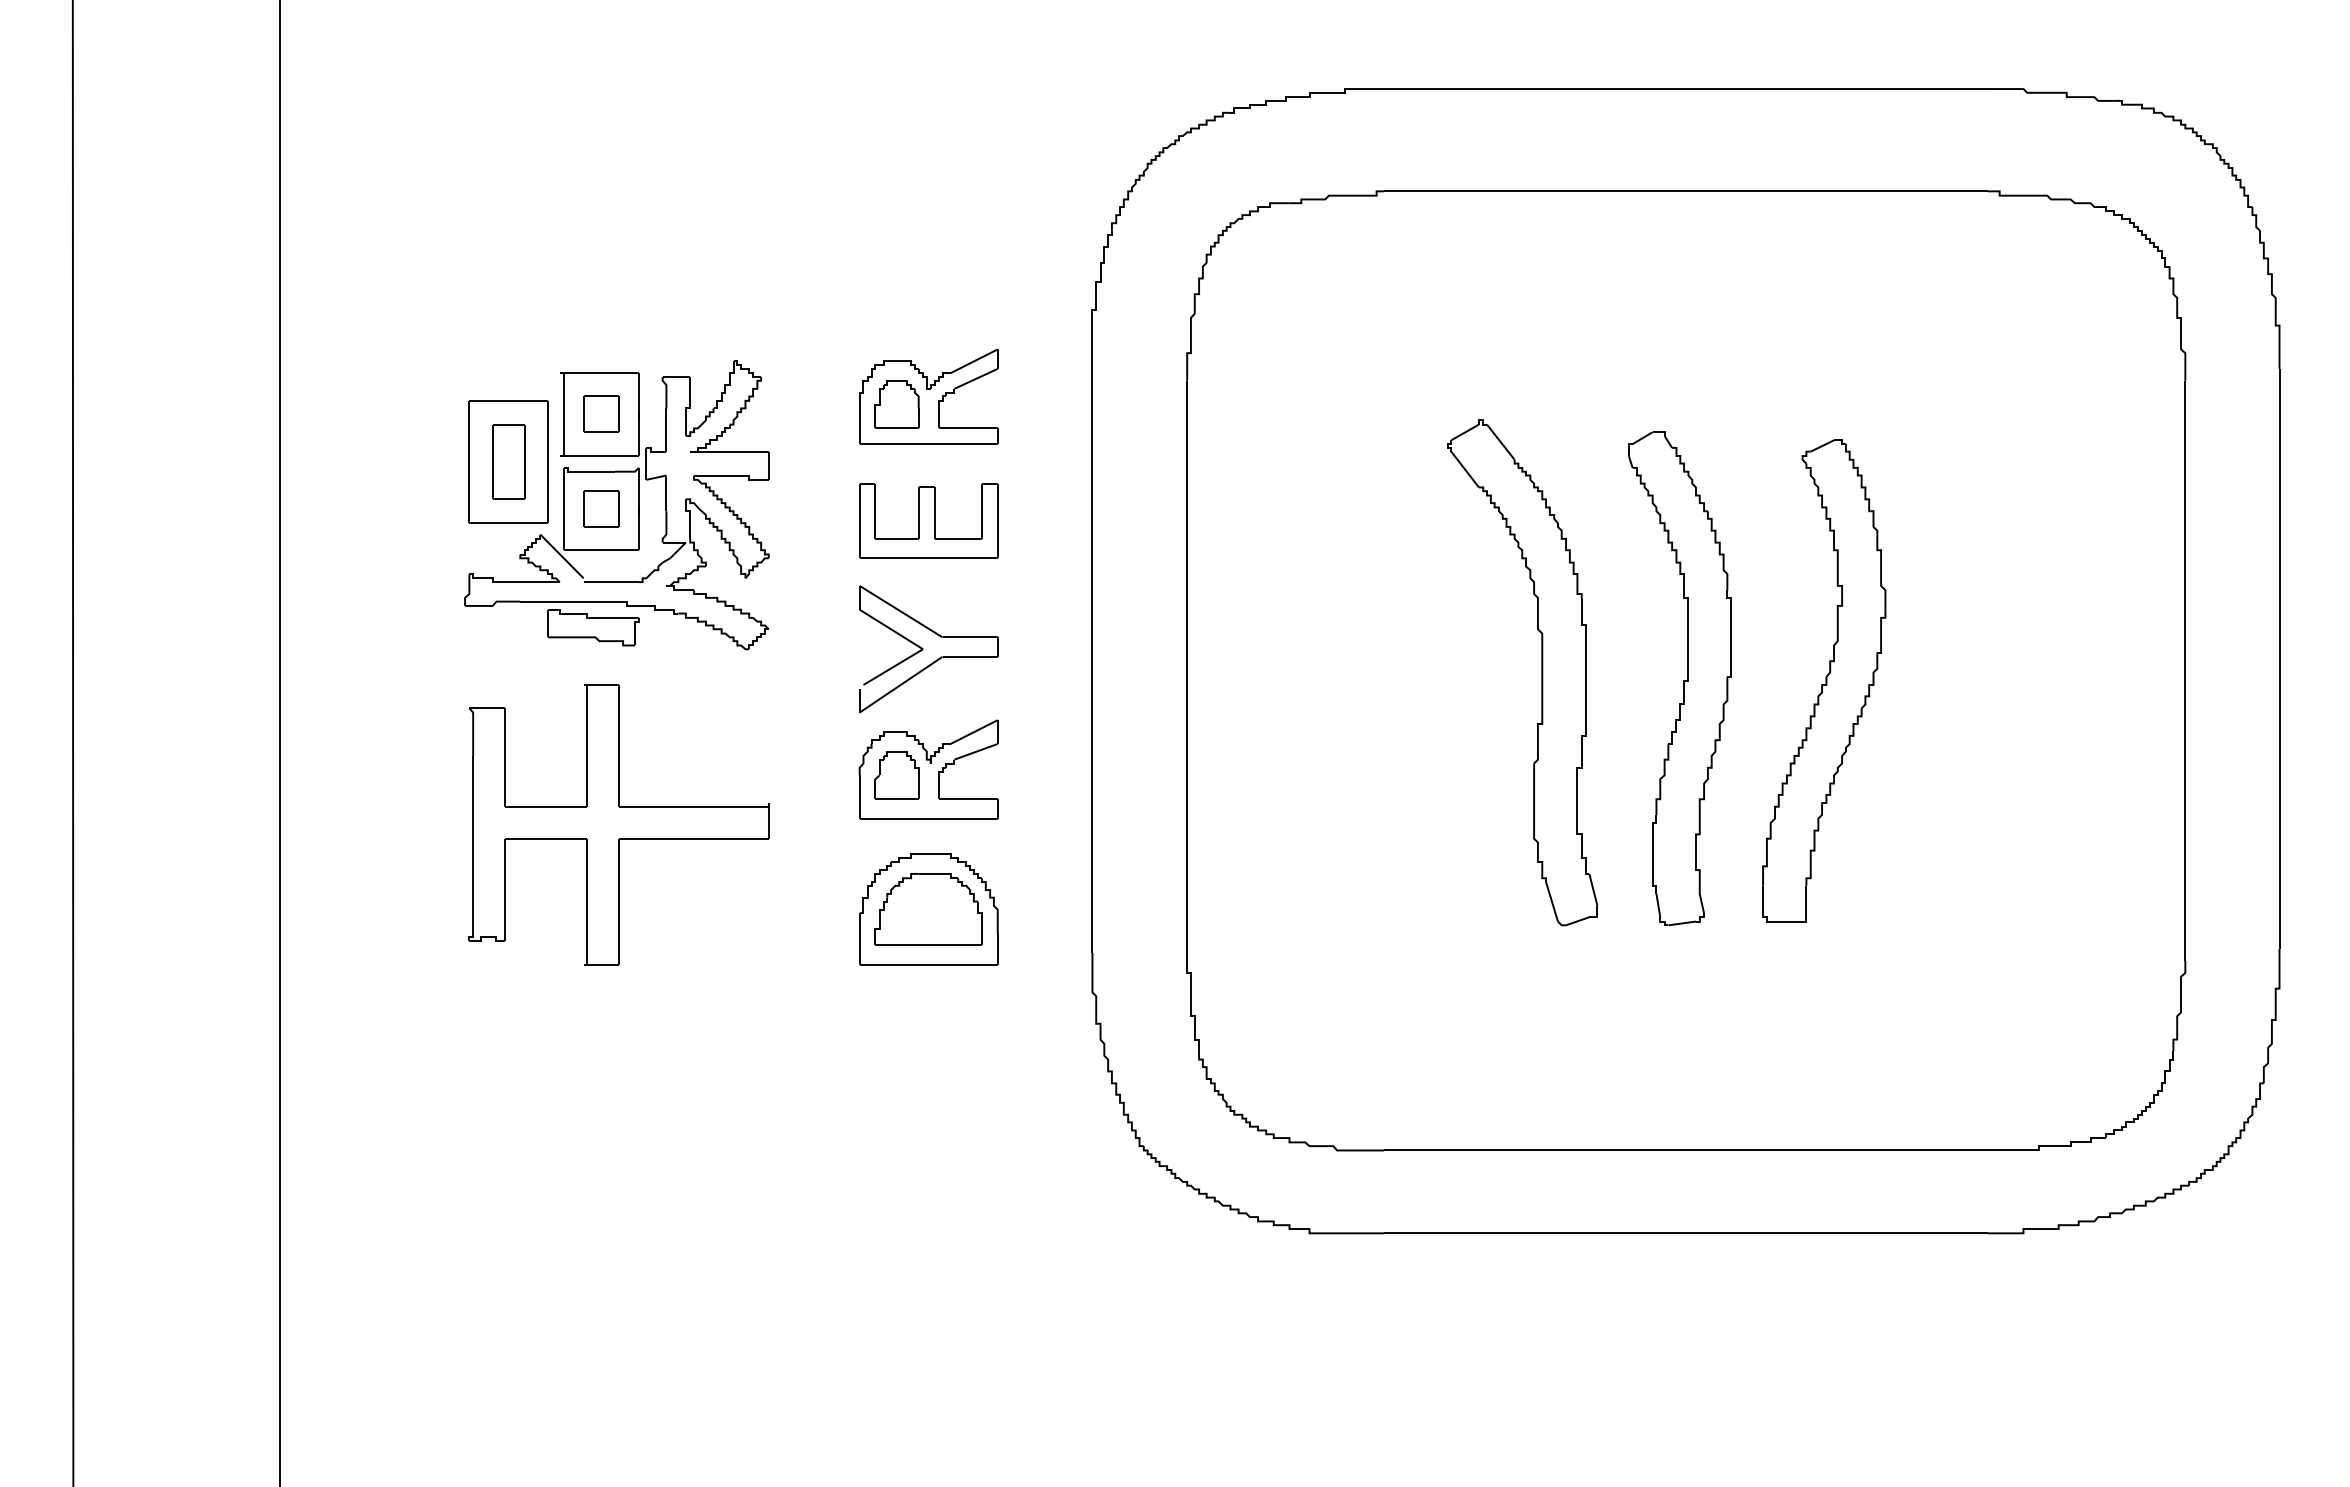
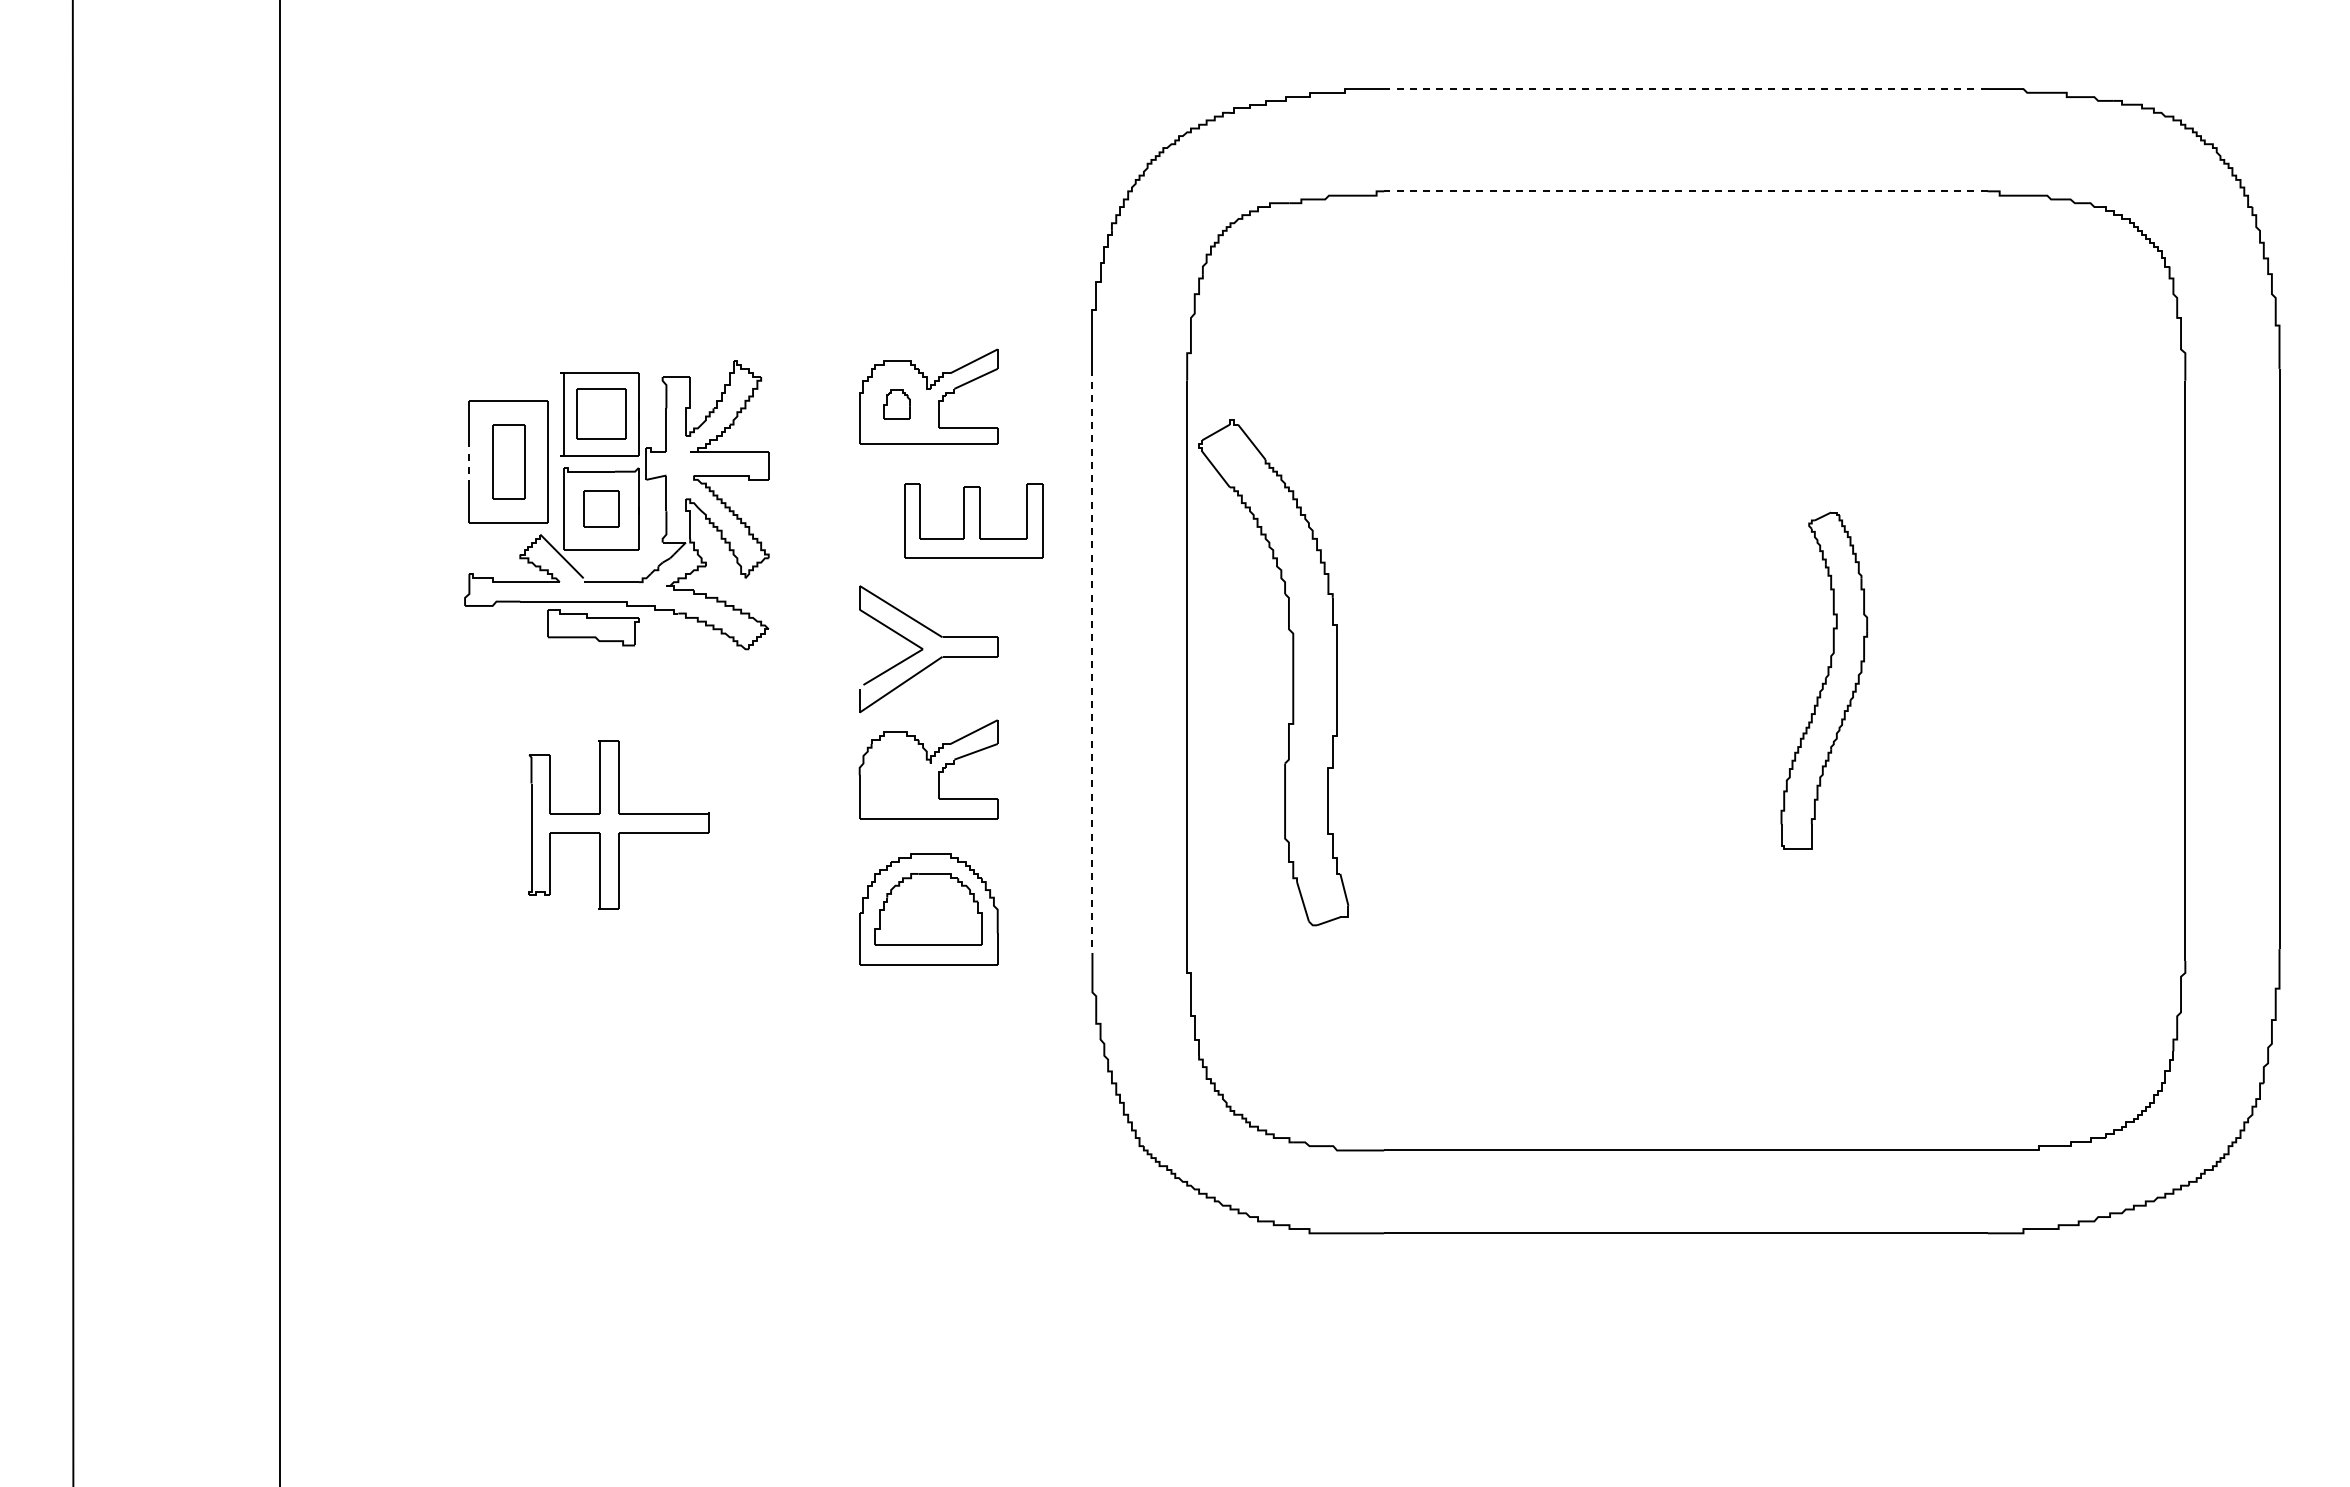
line at (1685, 89): solid -> dashed
line at (1685, 191): solid -> dashed
part at (896, 404) size: 46x49 px -> 28x31 px
part at (601, 413) size: 37x38 px -> 51x52 px
line at (469, 461): solid -> dashed
part at (928, 520) position: (928, 520) -> (973, 520)
line at (1092, 661): solid -> dashed
part at (1541, 672) position: (1541, 672) -> (1292, 672)
part at (1679, 678): present -> none
part at (1824, 680) size: 125x484 px -> 89x339 px
part at (896, 775): present -> none
part at (618, 824) size: 302x282 px -> 182x170 px
